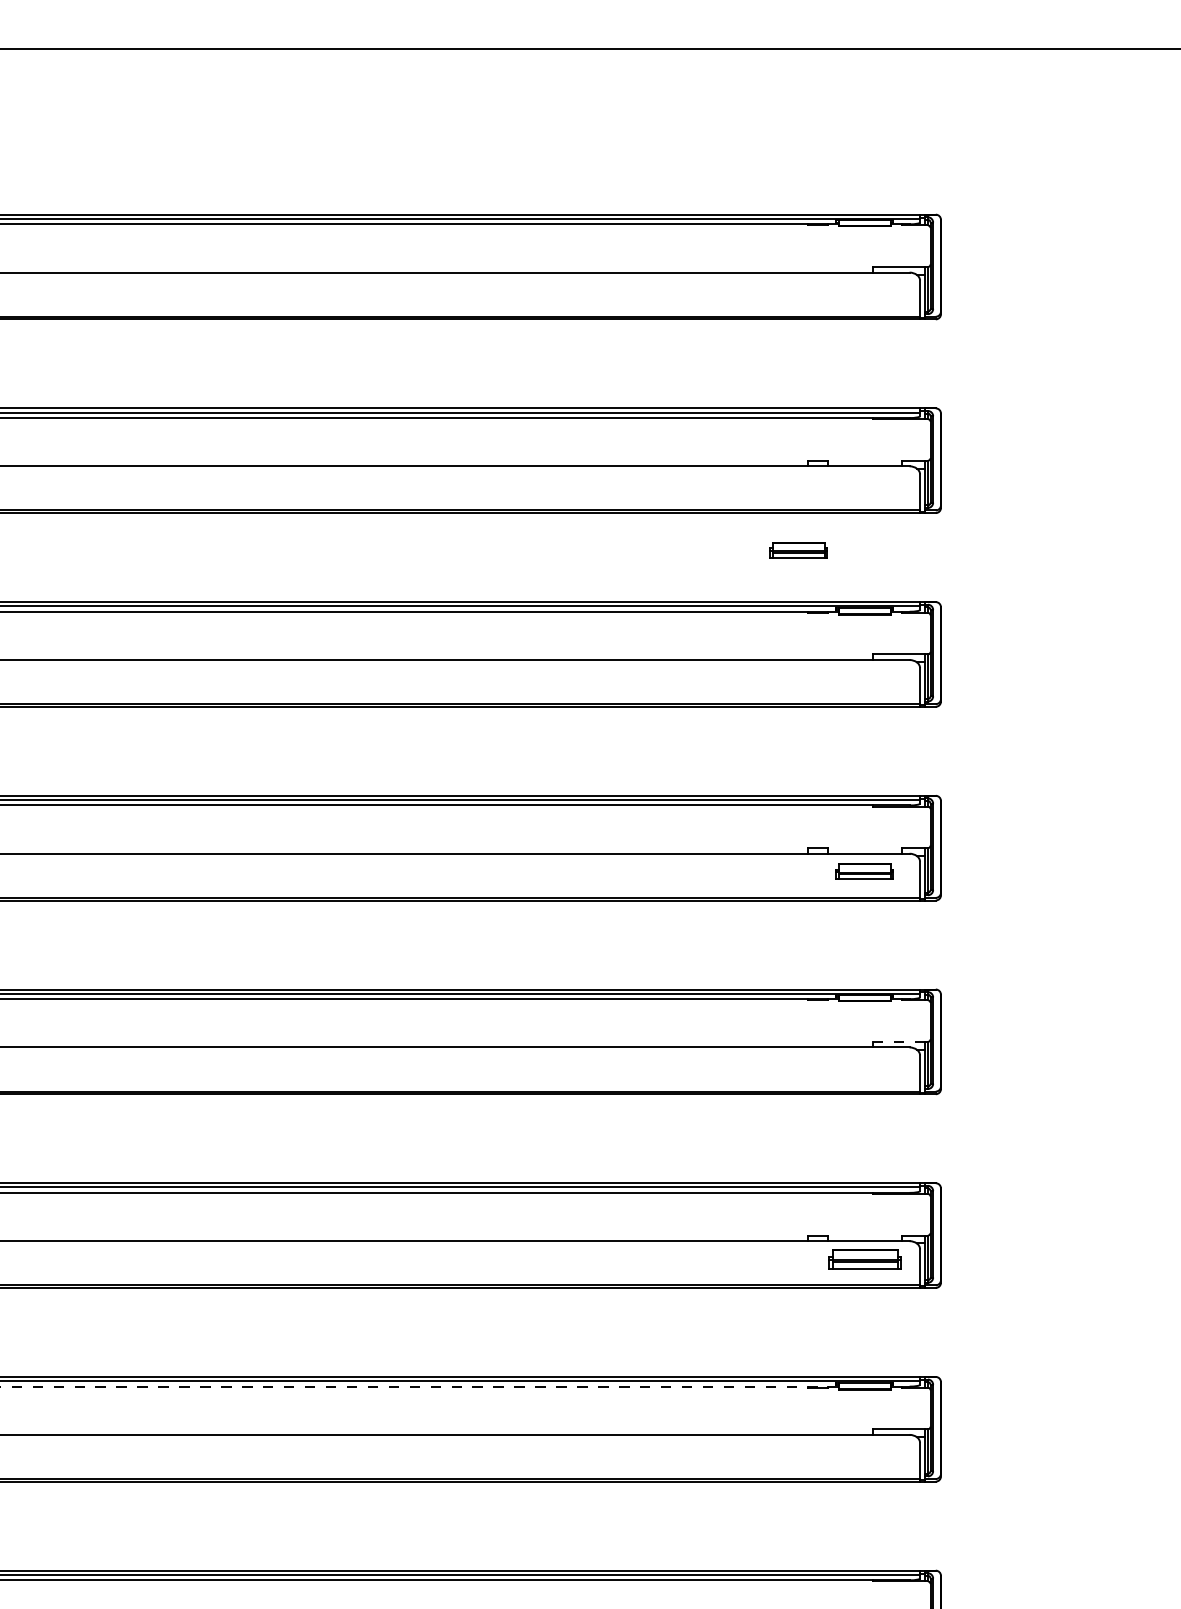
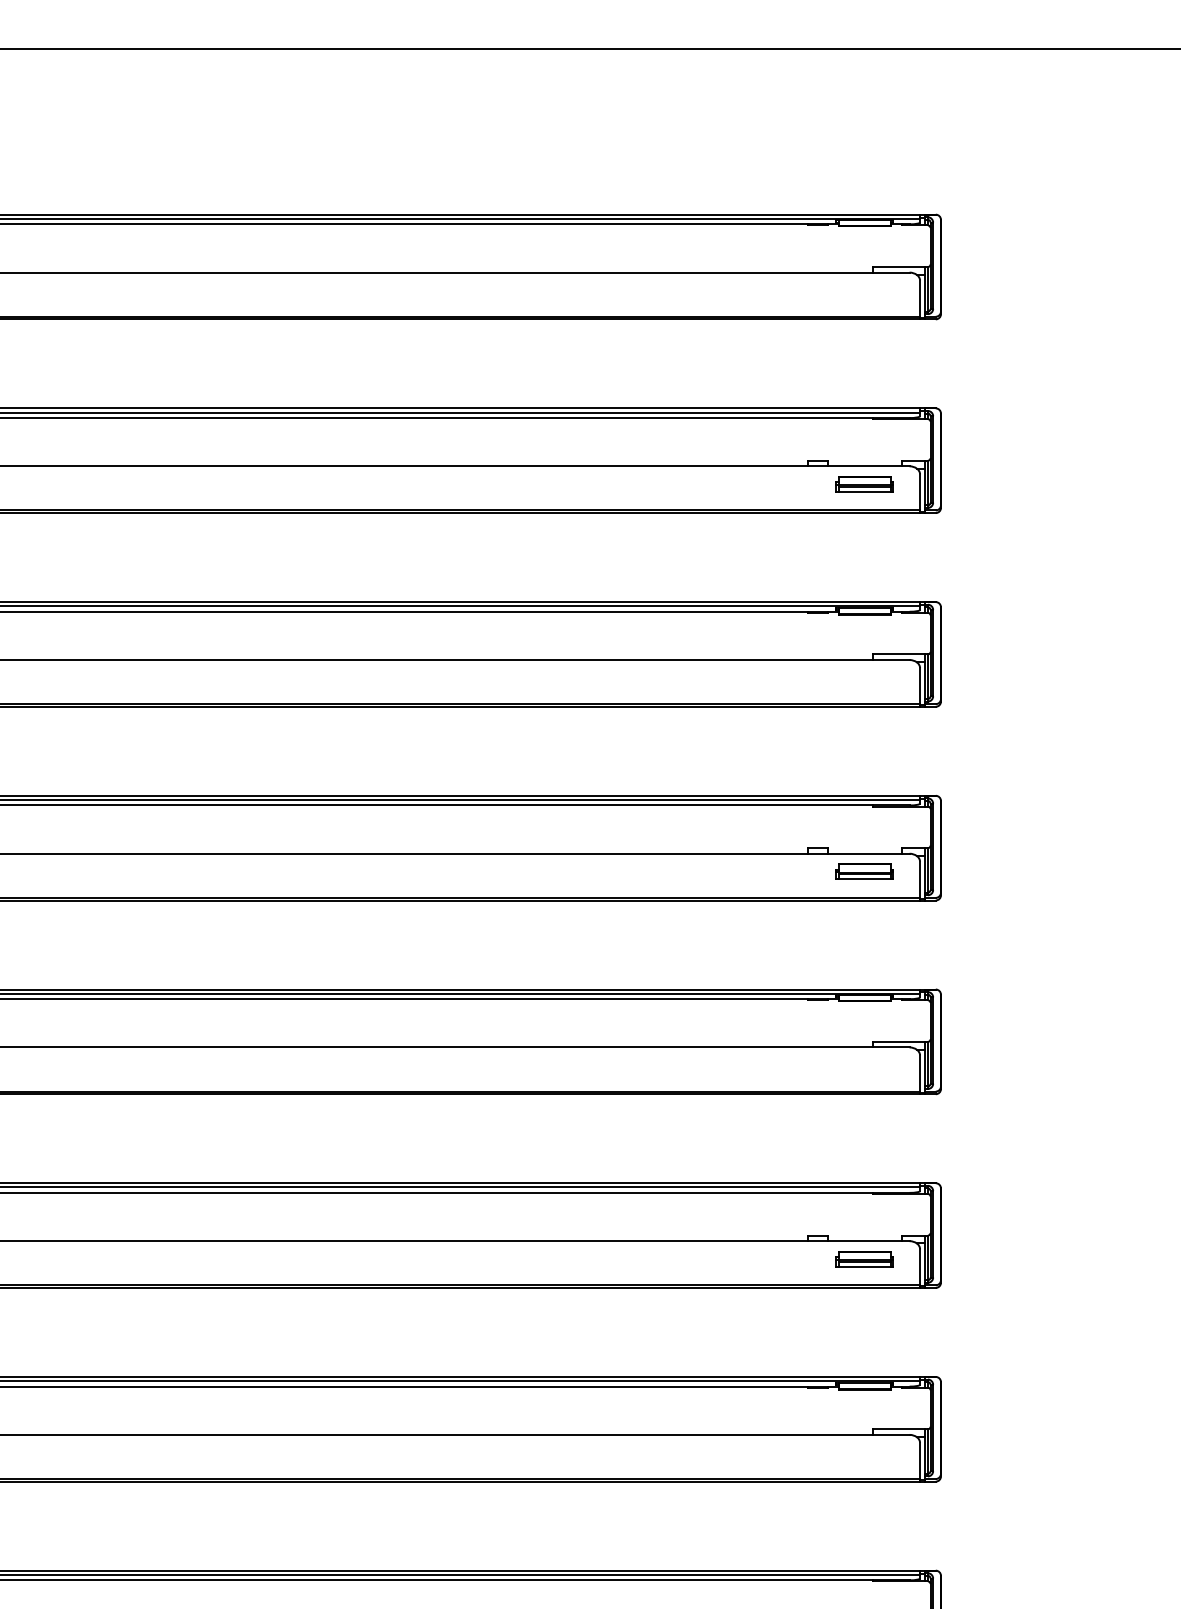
part at (798, 550) position: (798, 550) -> (864, 484)
line at (899, 1041): dashed -> solid
part at (864, 1259) size: 74x21 px -> 59x17 px
line at (419, 1386): dashed -> solid
